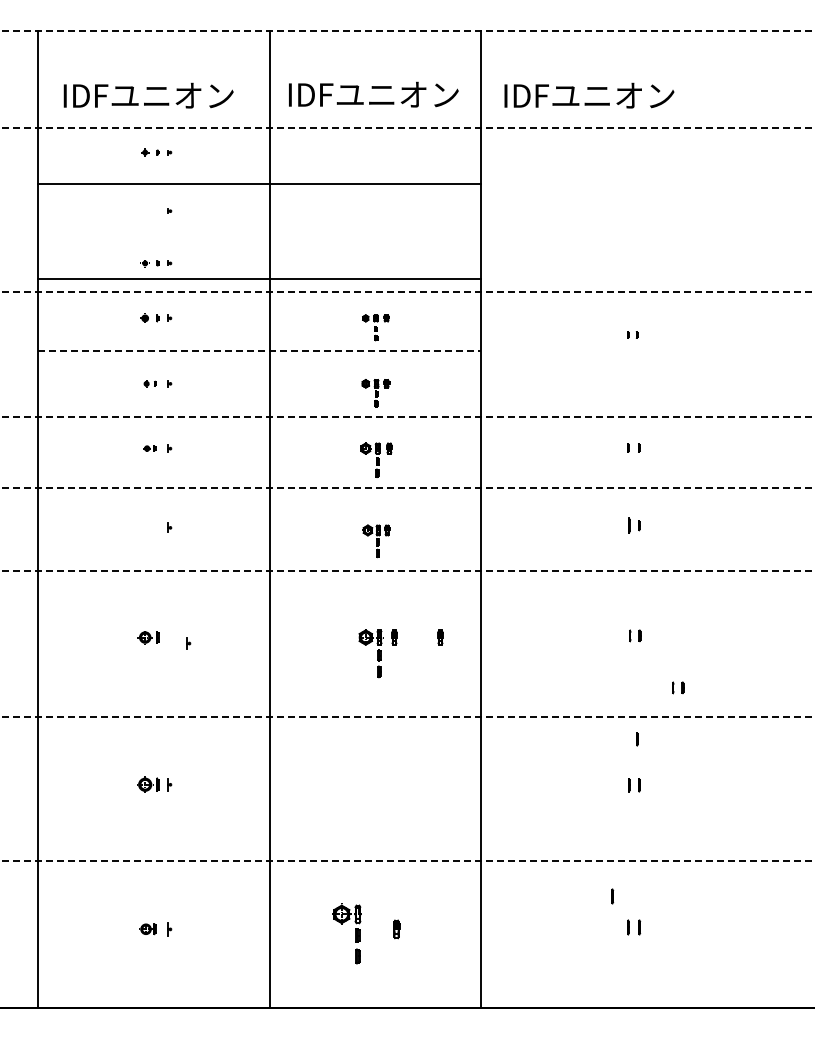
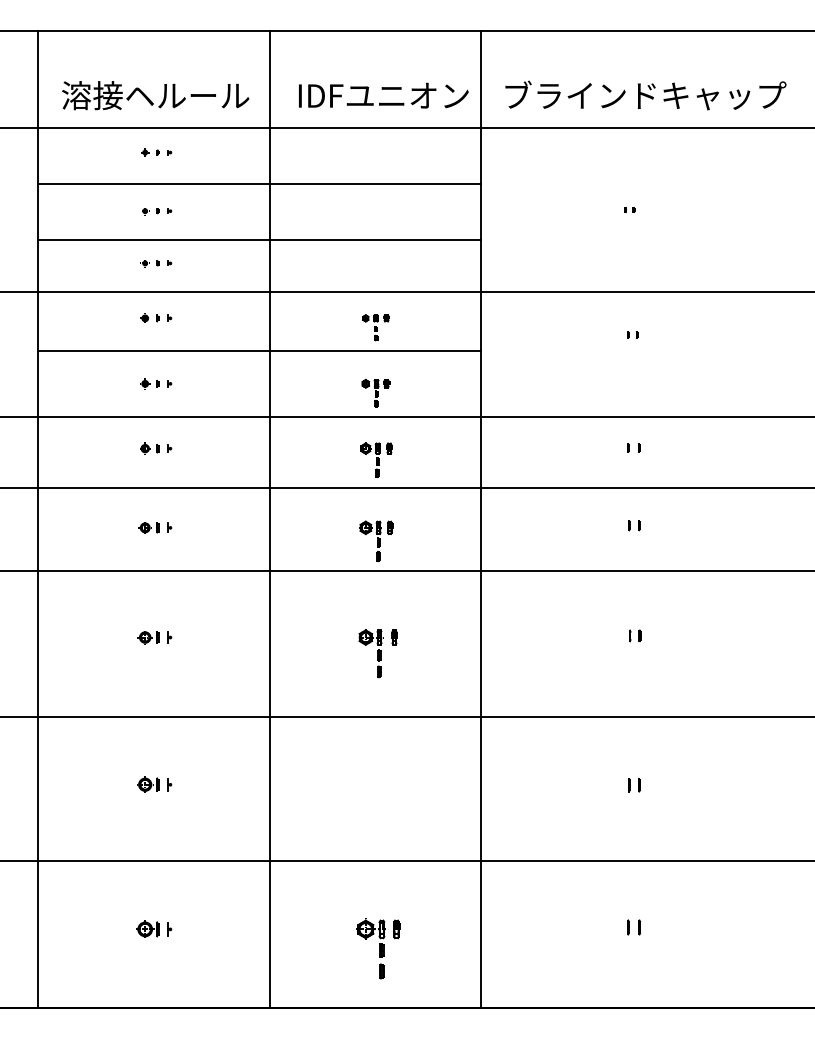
line at (407, 31): dashed -> solid
text at (373, 94) position: (373, 94) -> (383, 95)
text at (155, 95): IDFユニオン -> 溶接ヘルール
text at (645, 95): IDFユニオン -> ブラインドキャップ
line at (407, 128): dashed -> solid
part at (629, 209): none -> present
part at (150, 211): none -> present
line at (259, 279) position: (259, 279) -> (259, 240)
line at (407, 292): dashed -> solid
line at (260, 350): dashed -> solid
part at (149, 383) size: 14x8 px -> 20x12 px
line at (407, 416): dashed -> solid
part at (149, 448) size: 14x7 px -> 20x13 px
line at (407, 487): dashed -> solid
part at (629, 525) size: 3x17 px -> 3x12 px
part at (148, 527): none -> present
part at (376, 541) size: 29x35 px -> 35x42 px
line at (407, 571): dashed -> solid
part at (440, 637): present -> none
part at (188, 643) position: (188, 643) -> (169, 637)
part at (678, 687): present -> none
line at (407, 716): dashed -> solid
line at (637, 739): present -> none
line at (407, 861): dashed -> solid
line at (612, 896): present -> none
part at (147, 929) size: 18x13 px -> 24x18 px
part at (355, 933) position: (355, 933) -> (379, 948)
